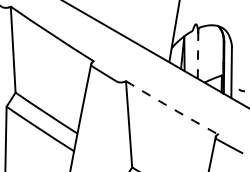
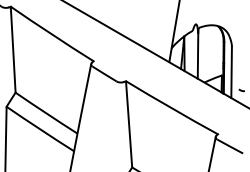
line at (198, 54): dashed -> solid
arc at (171, 108): dashed -> solid
